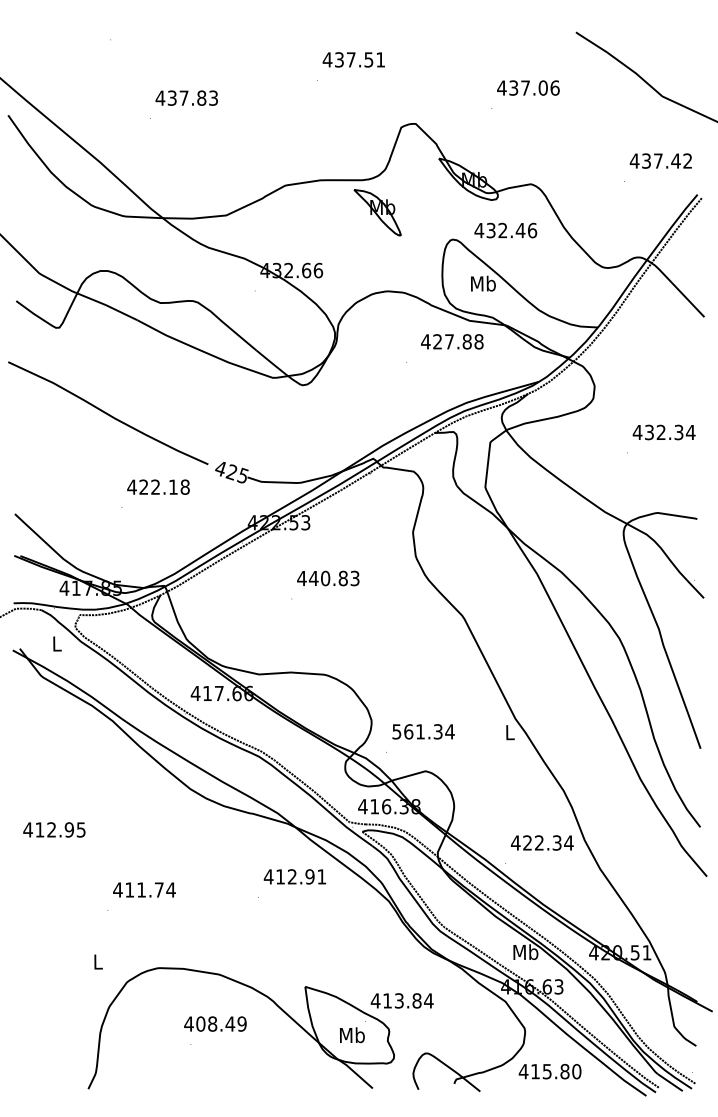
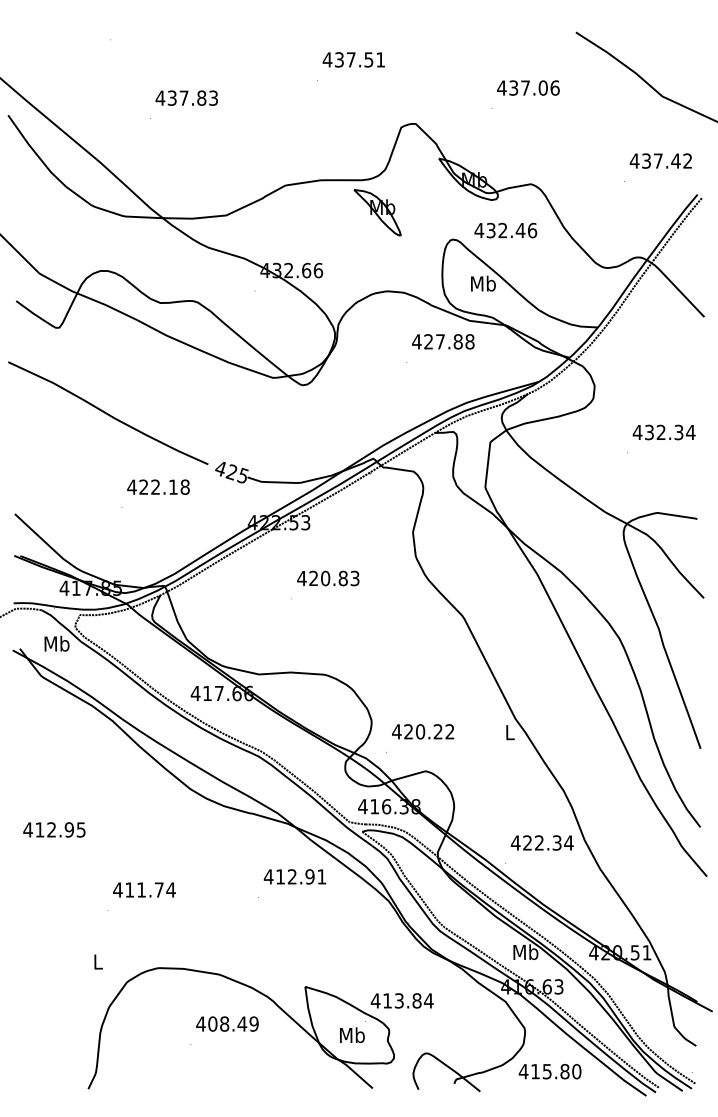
text at (452, 341) position: (452, 341) -> (443, 341)
text at (313, 577): 440.83 -> 420.83
text at (56, 643): L -> Mb
text at (423, 731): 561.34 -> 420.22
text at (215, 1023) position: (215, 1023) -> (227, 1023)
